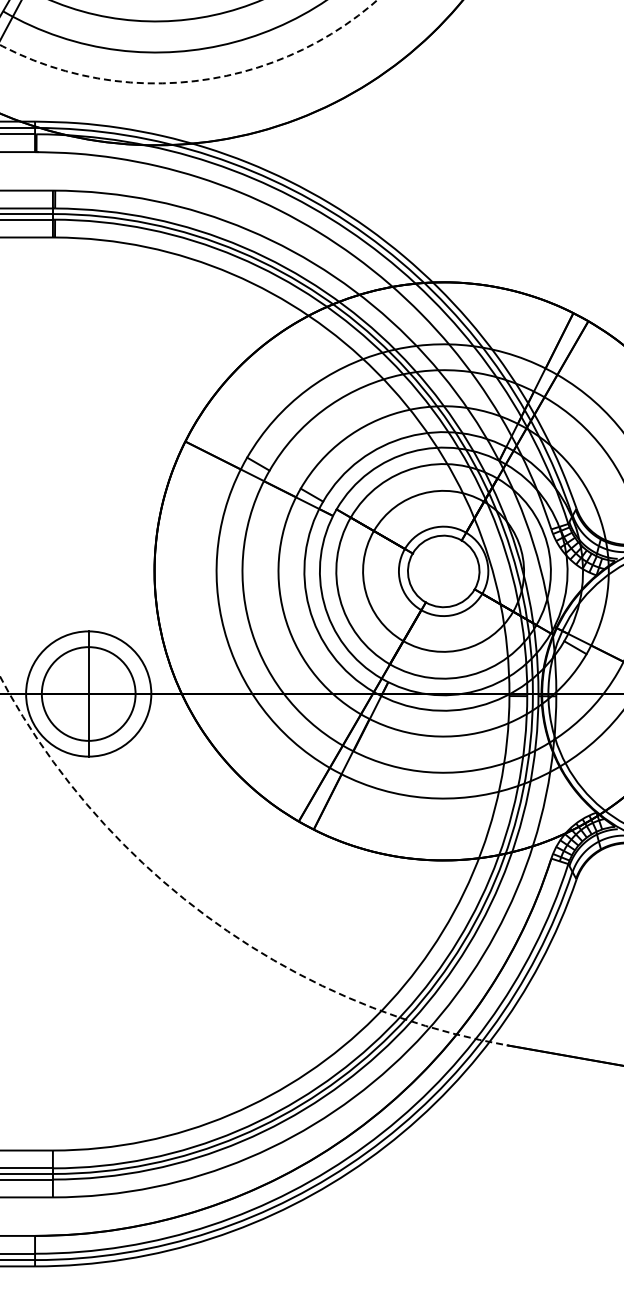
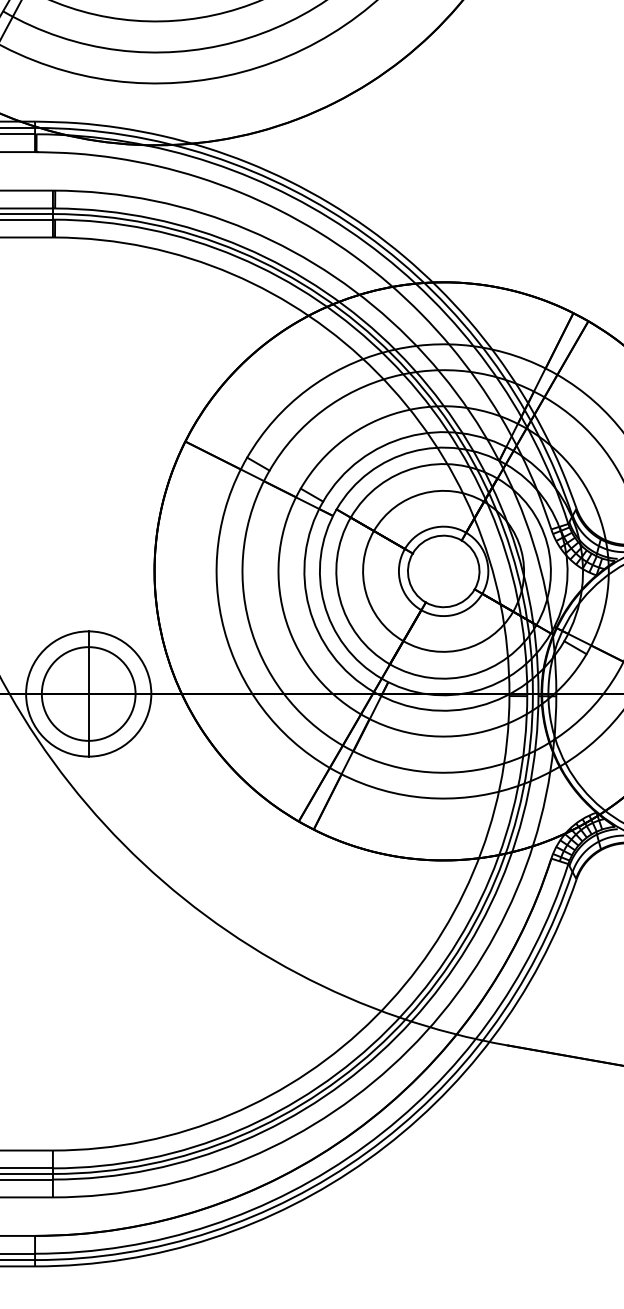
arc at (195, 81): dashed -> solid
arc at (213, 921): dashed -> solid
